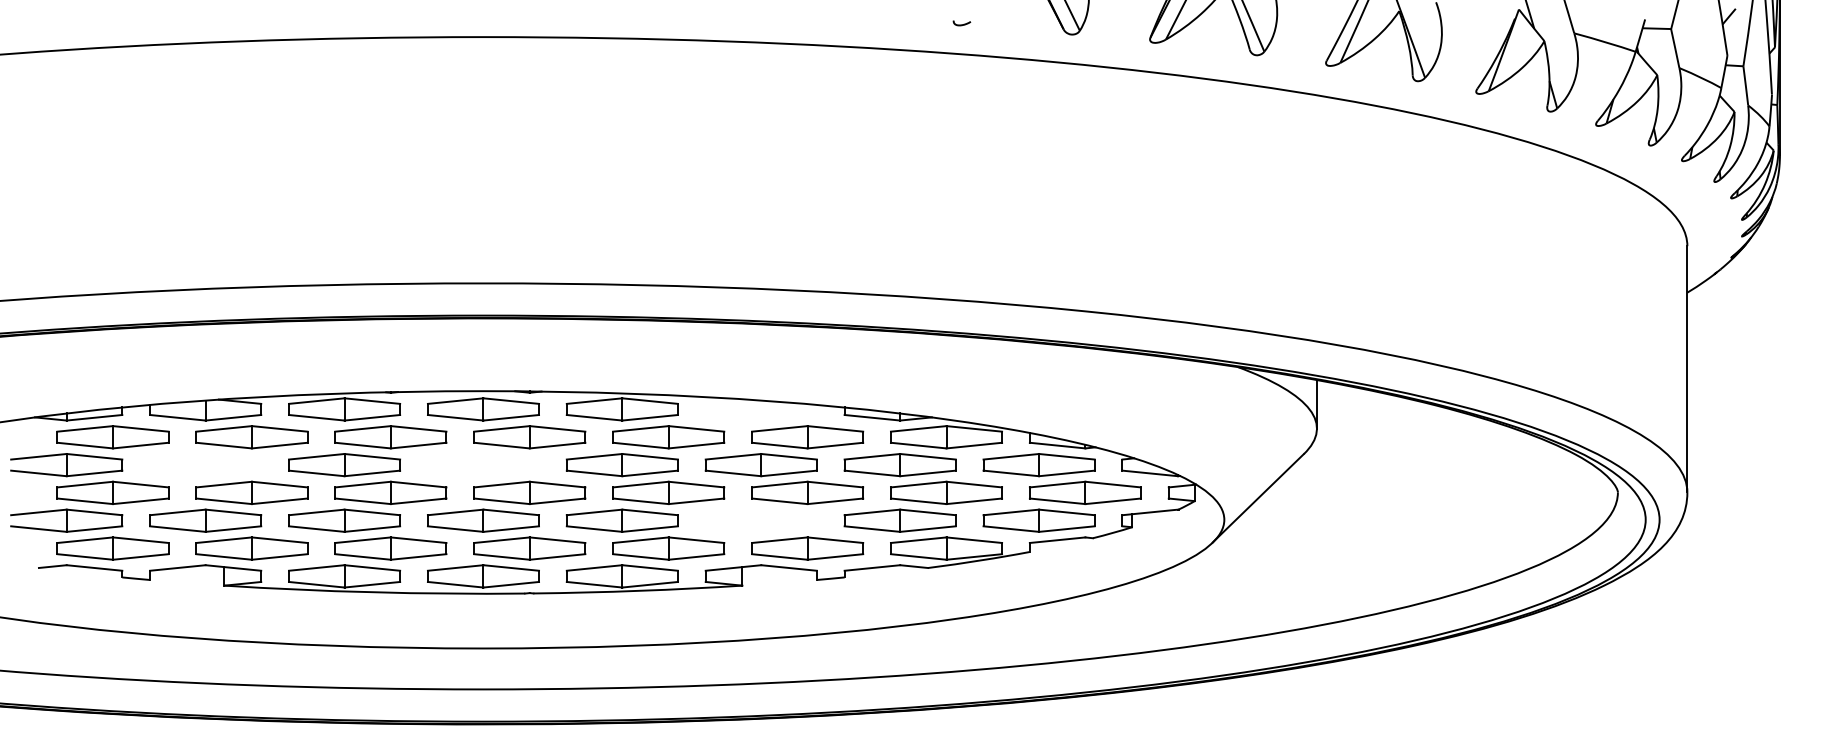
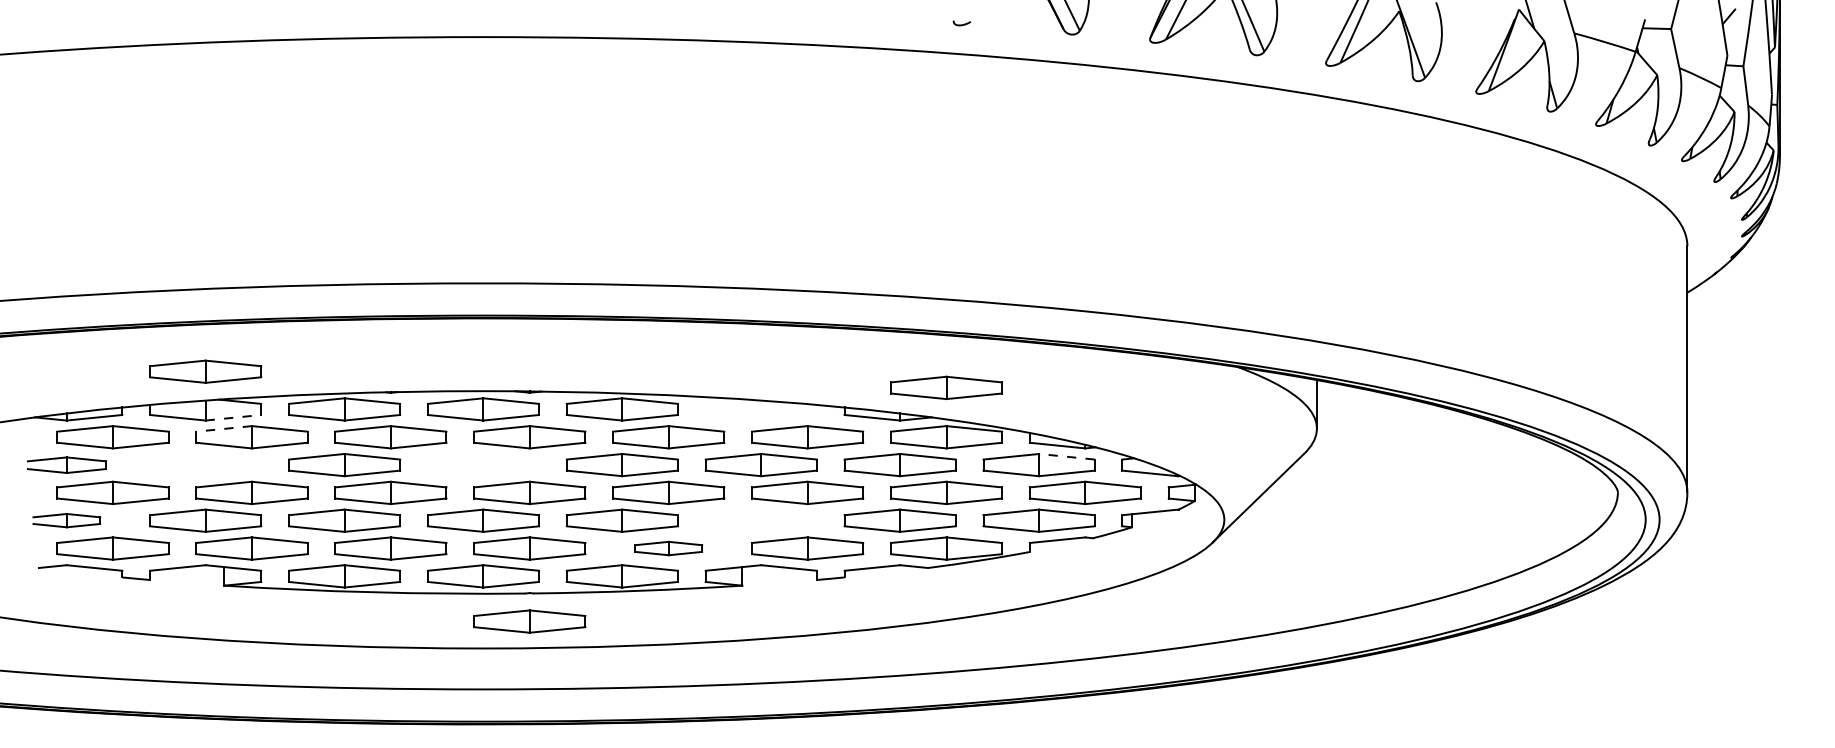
part at (205, 371): none -> present
part at (946, 387): none -> present
line at (233, 417): solid -> dashed
line at (224, 428): solid -> dashed
line at (1066, 456): solid -> dashed
part at (66, 465) size: 114x25 px -> 80x18 px
part at (66, 520) size: 114x25 px -> 70x16 px
part at (668, 548) size: 114x25 px -> 70x17 px
part at (529, 621): none -> present
